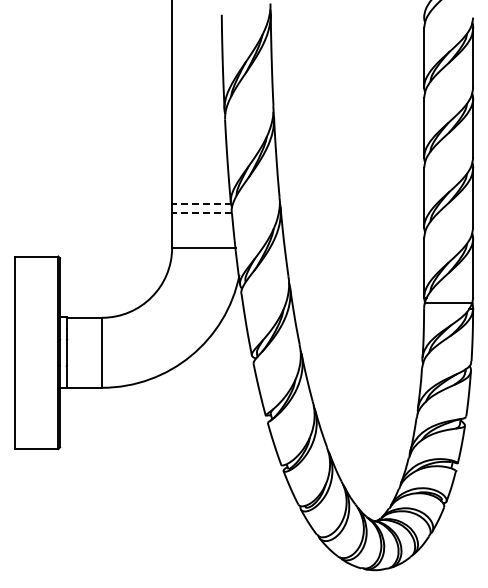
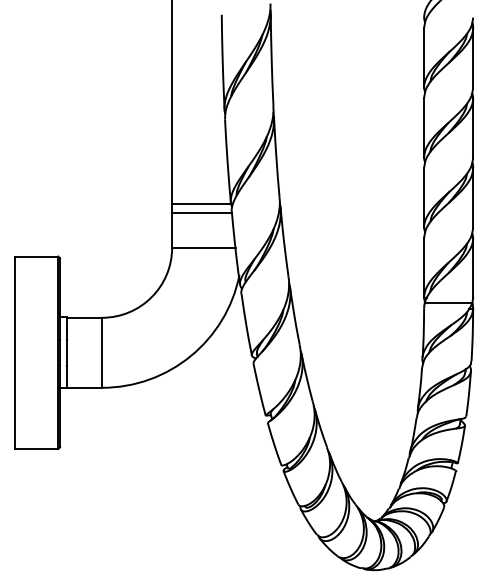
line at (201, 204): dashed -> solid
line at (201, 212): dashed -> solid
